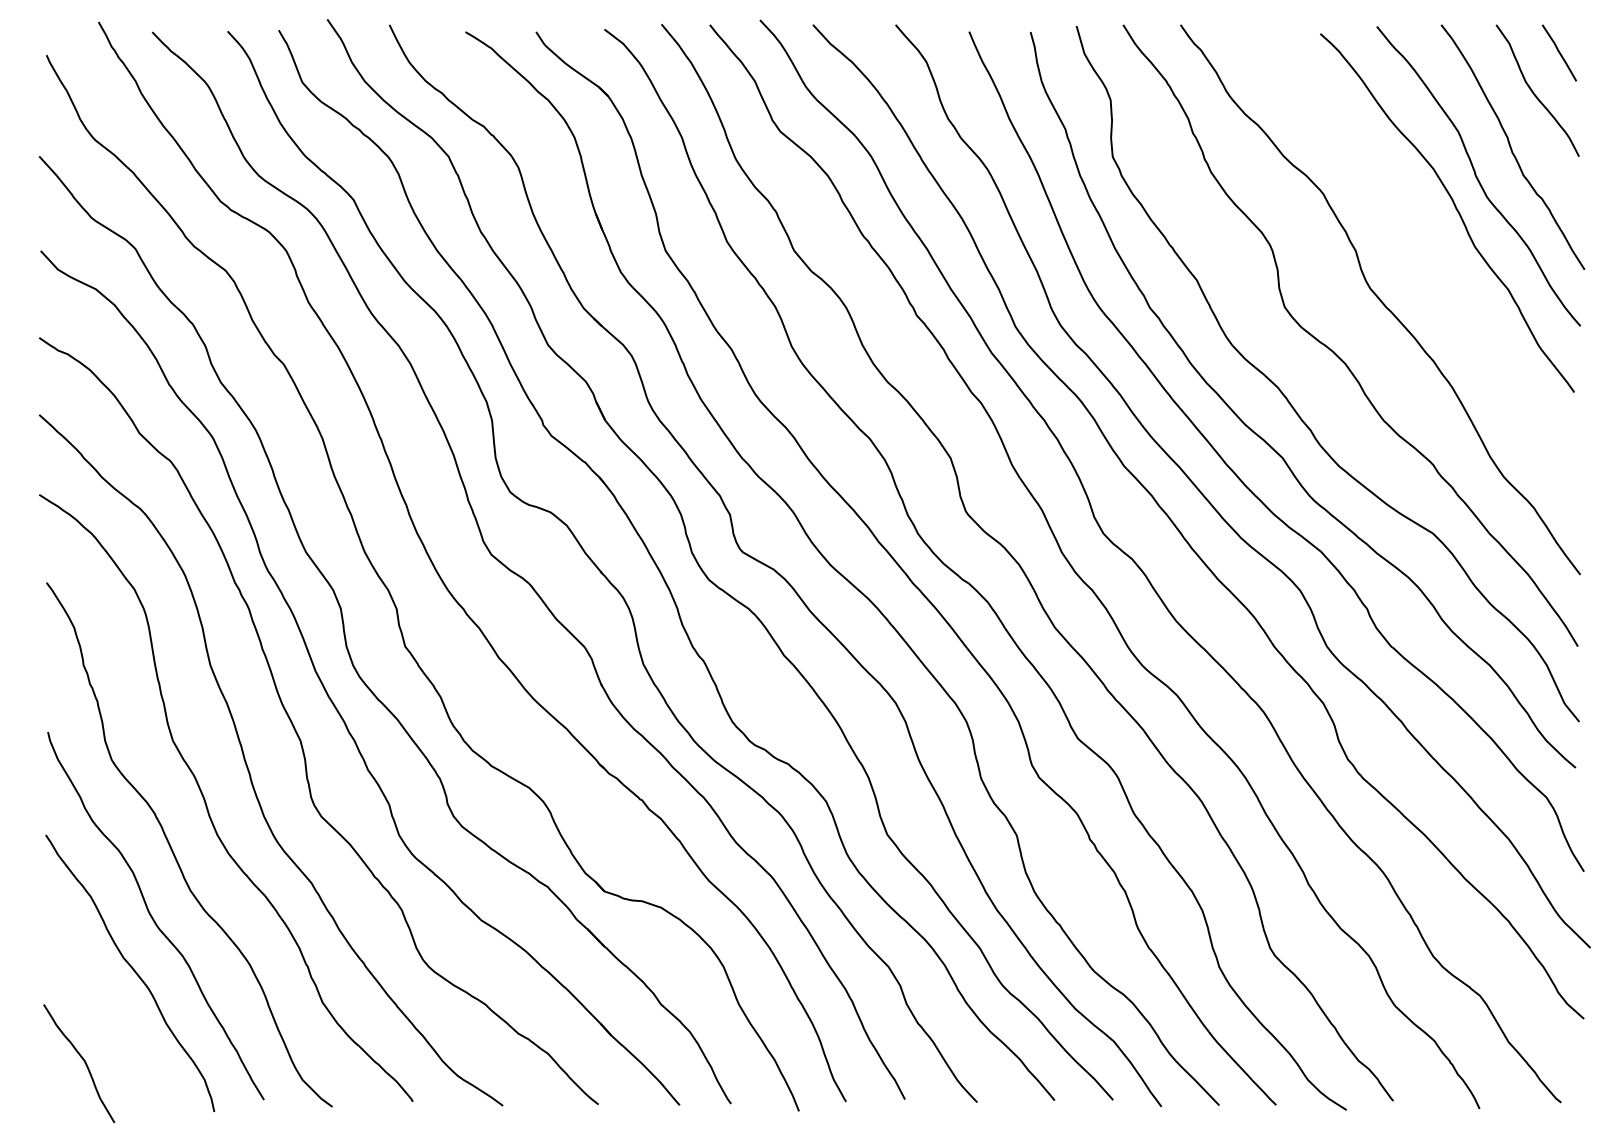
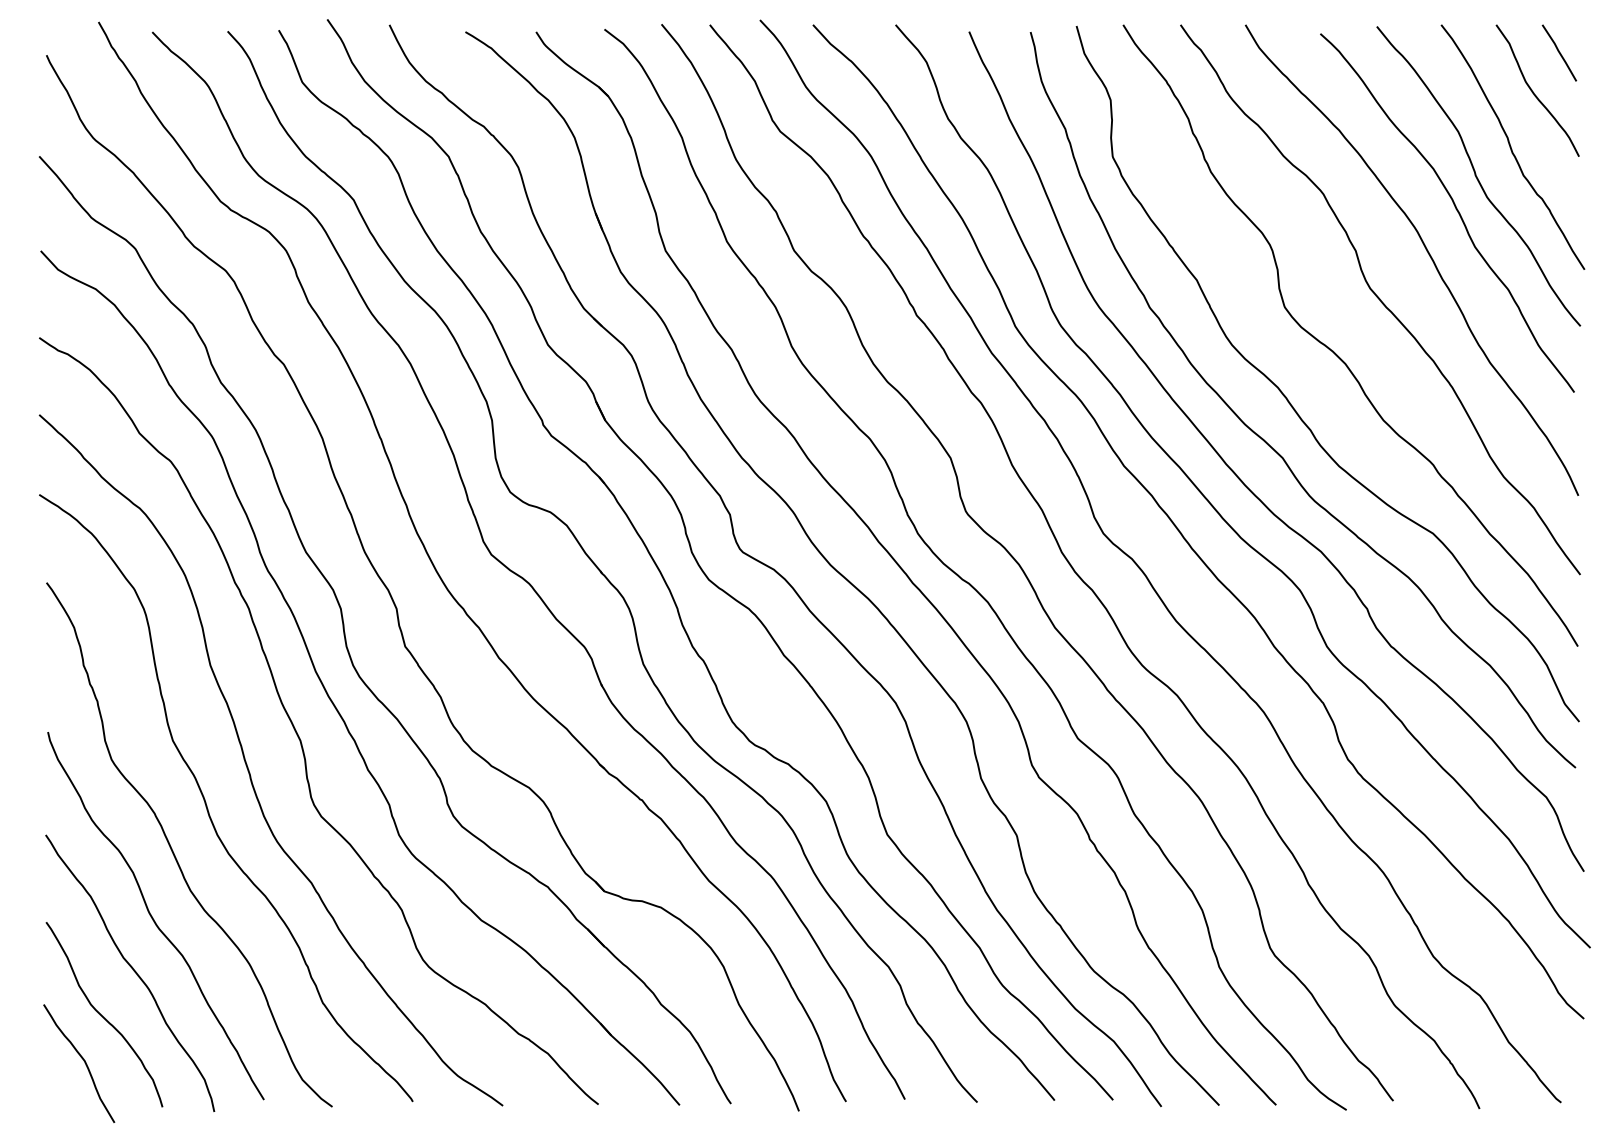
curve at (1426, 251): none -> present
curve at (102, 1015): none -> present
